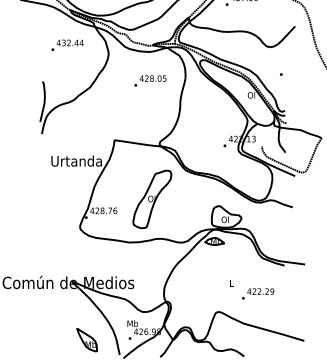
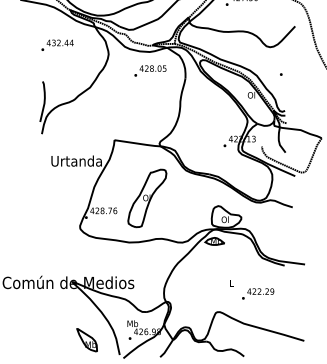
text at (67, 44) position: (67, 44) -> (57, 44)
text at (150, 80) position: (150, 80) -> (150, 70)
part at (152, 199) position: (152, 199) -> (147, 198)
